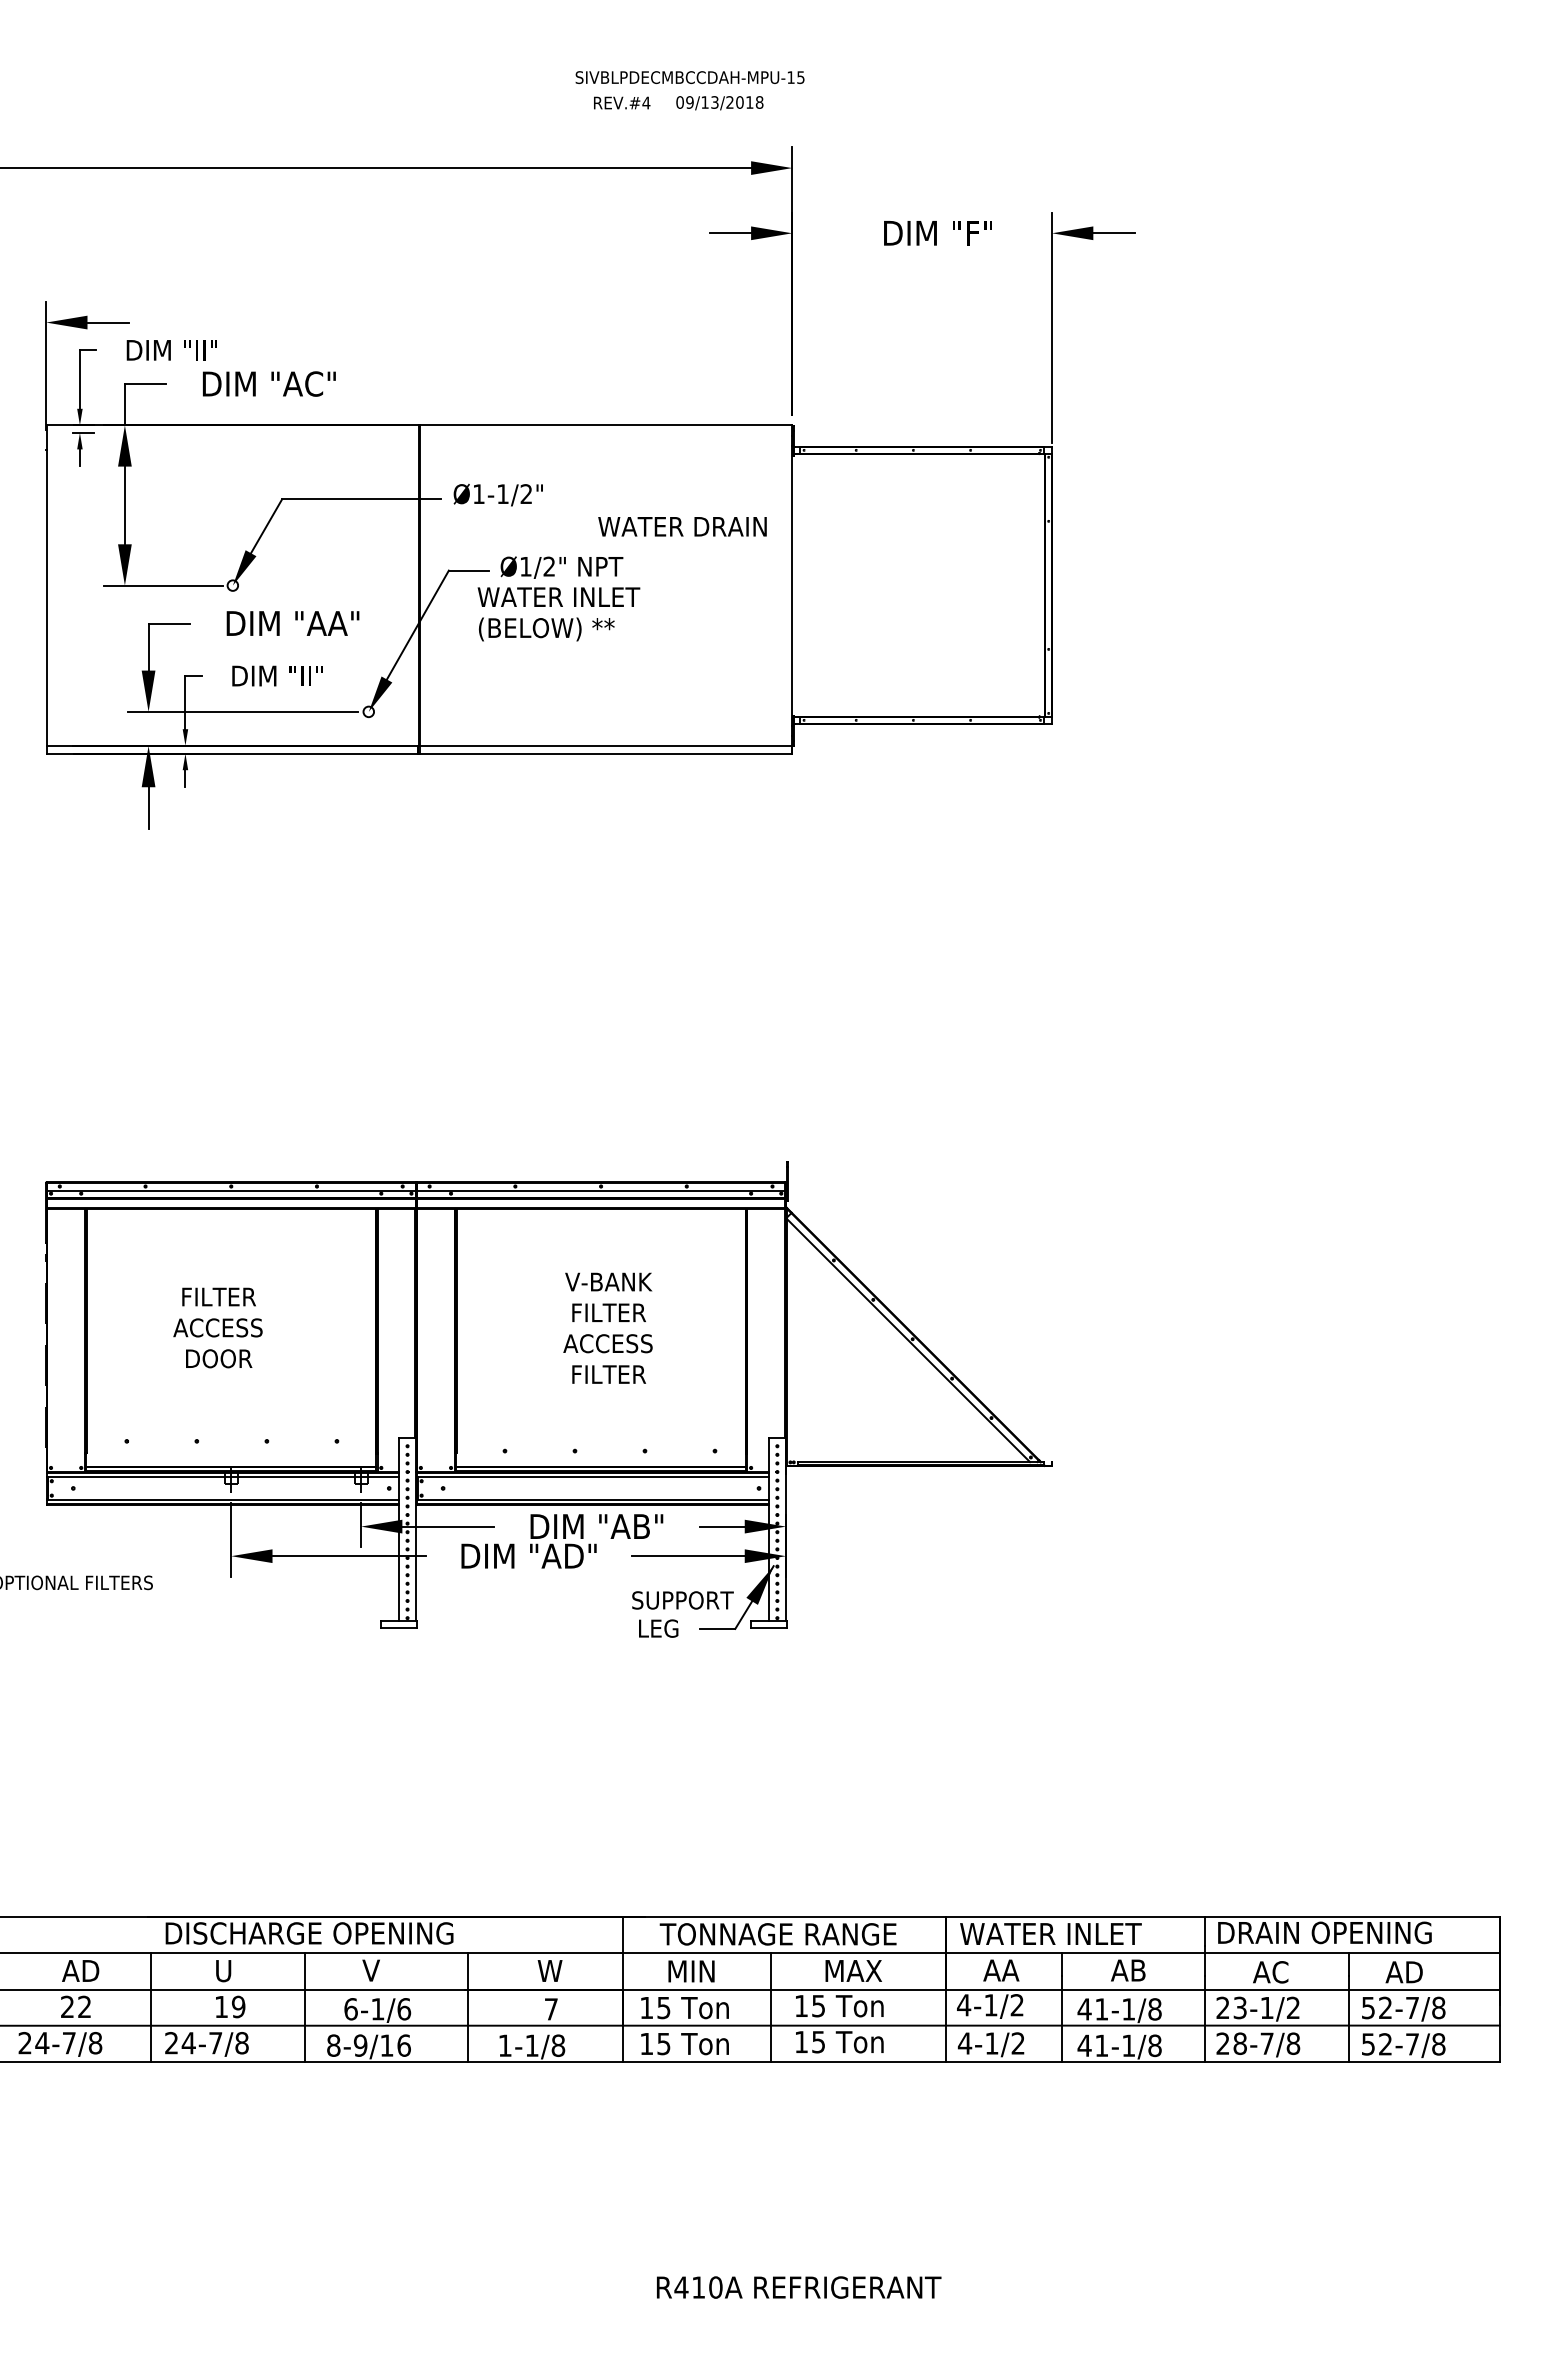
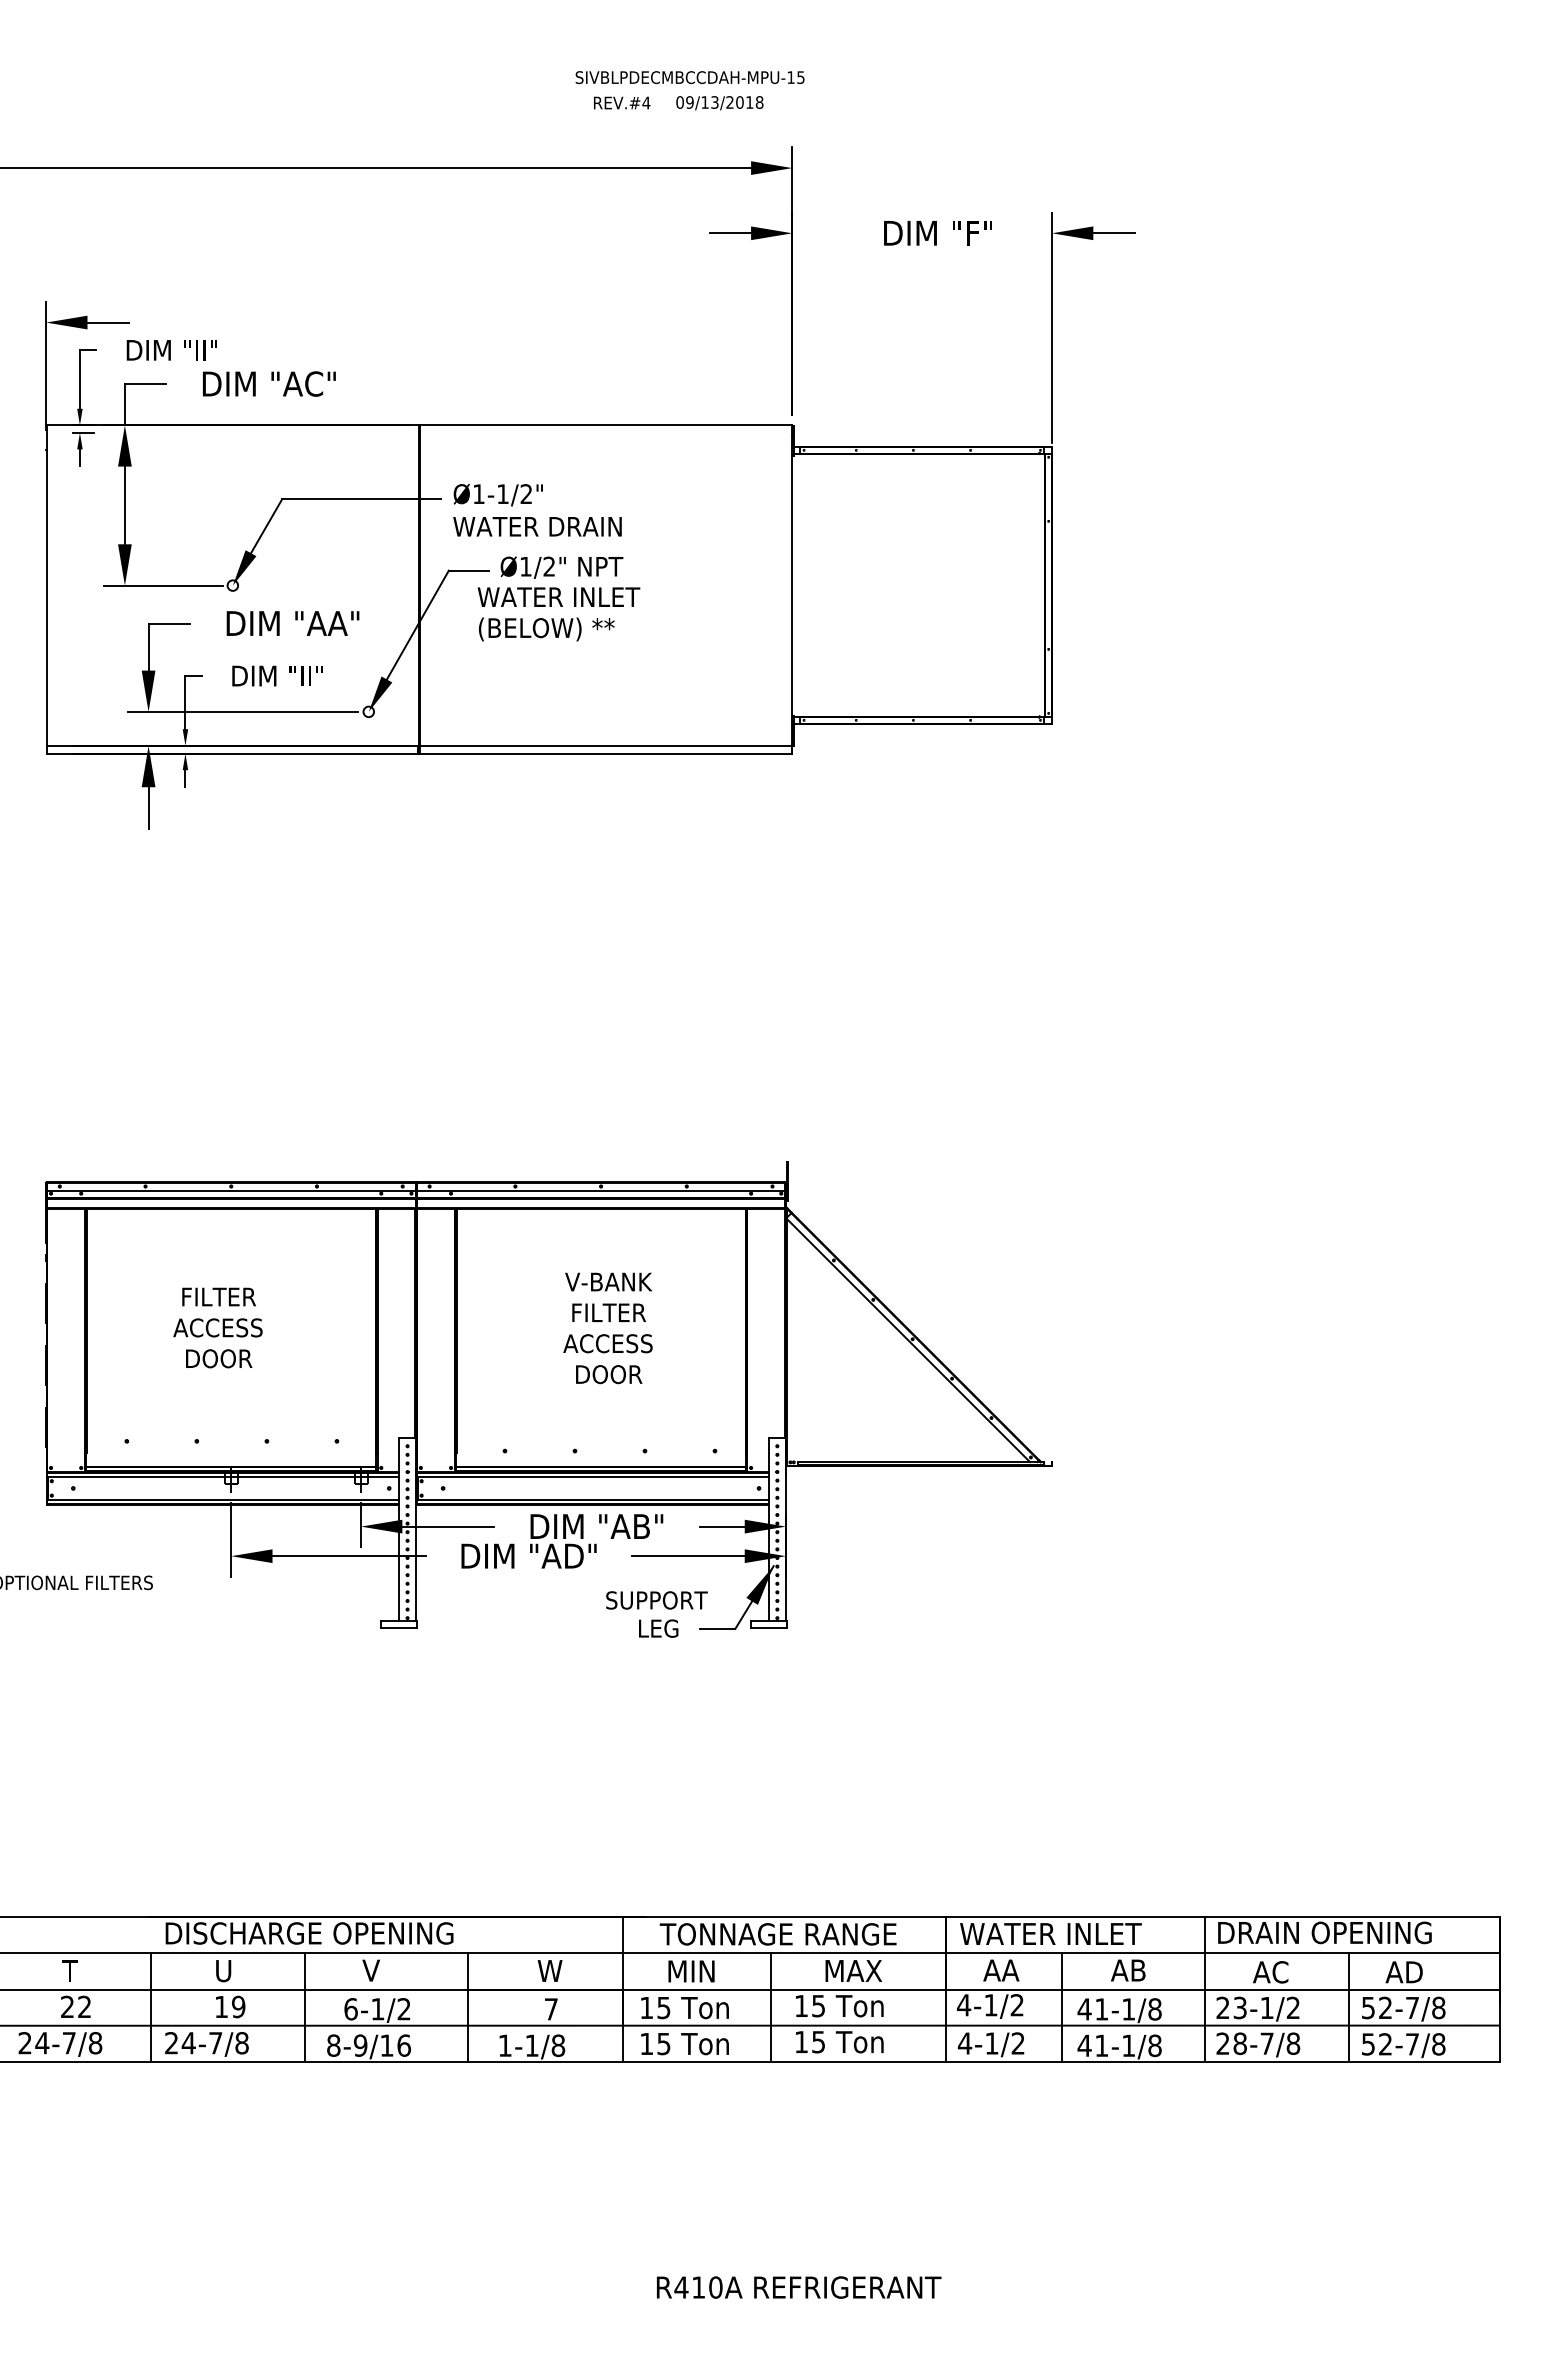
text at (682, 526) position: (682, 526) -> (537, 526)
text at (609, 1374): FILTER -> DOOR
text at (682, 1600) position: (682, 1600) -> (656, 1600)
text at (80, 1970): AD -> T
text at (404, 2009): 6-1/6 -> 6-1/2
